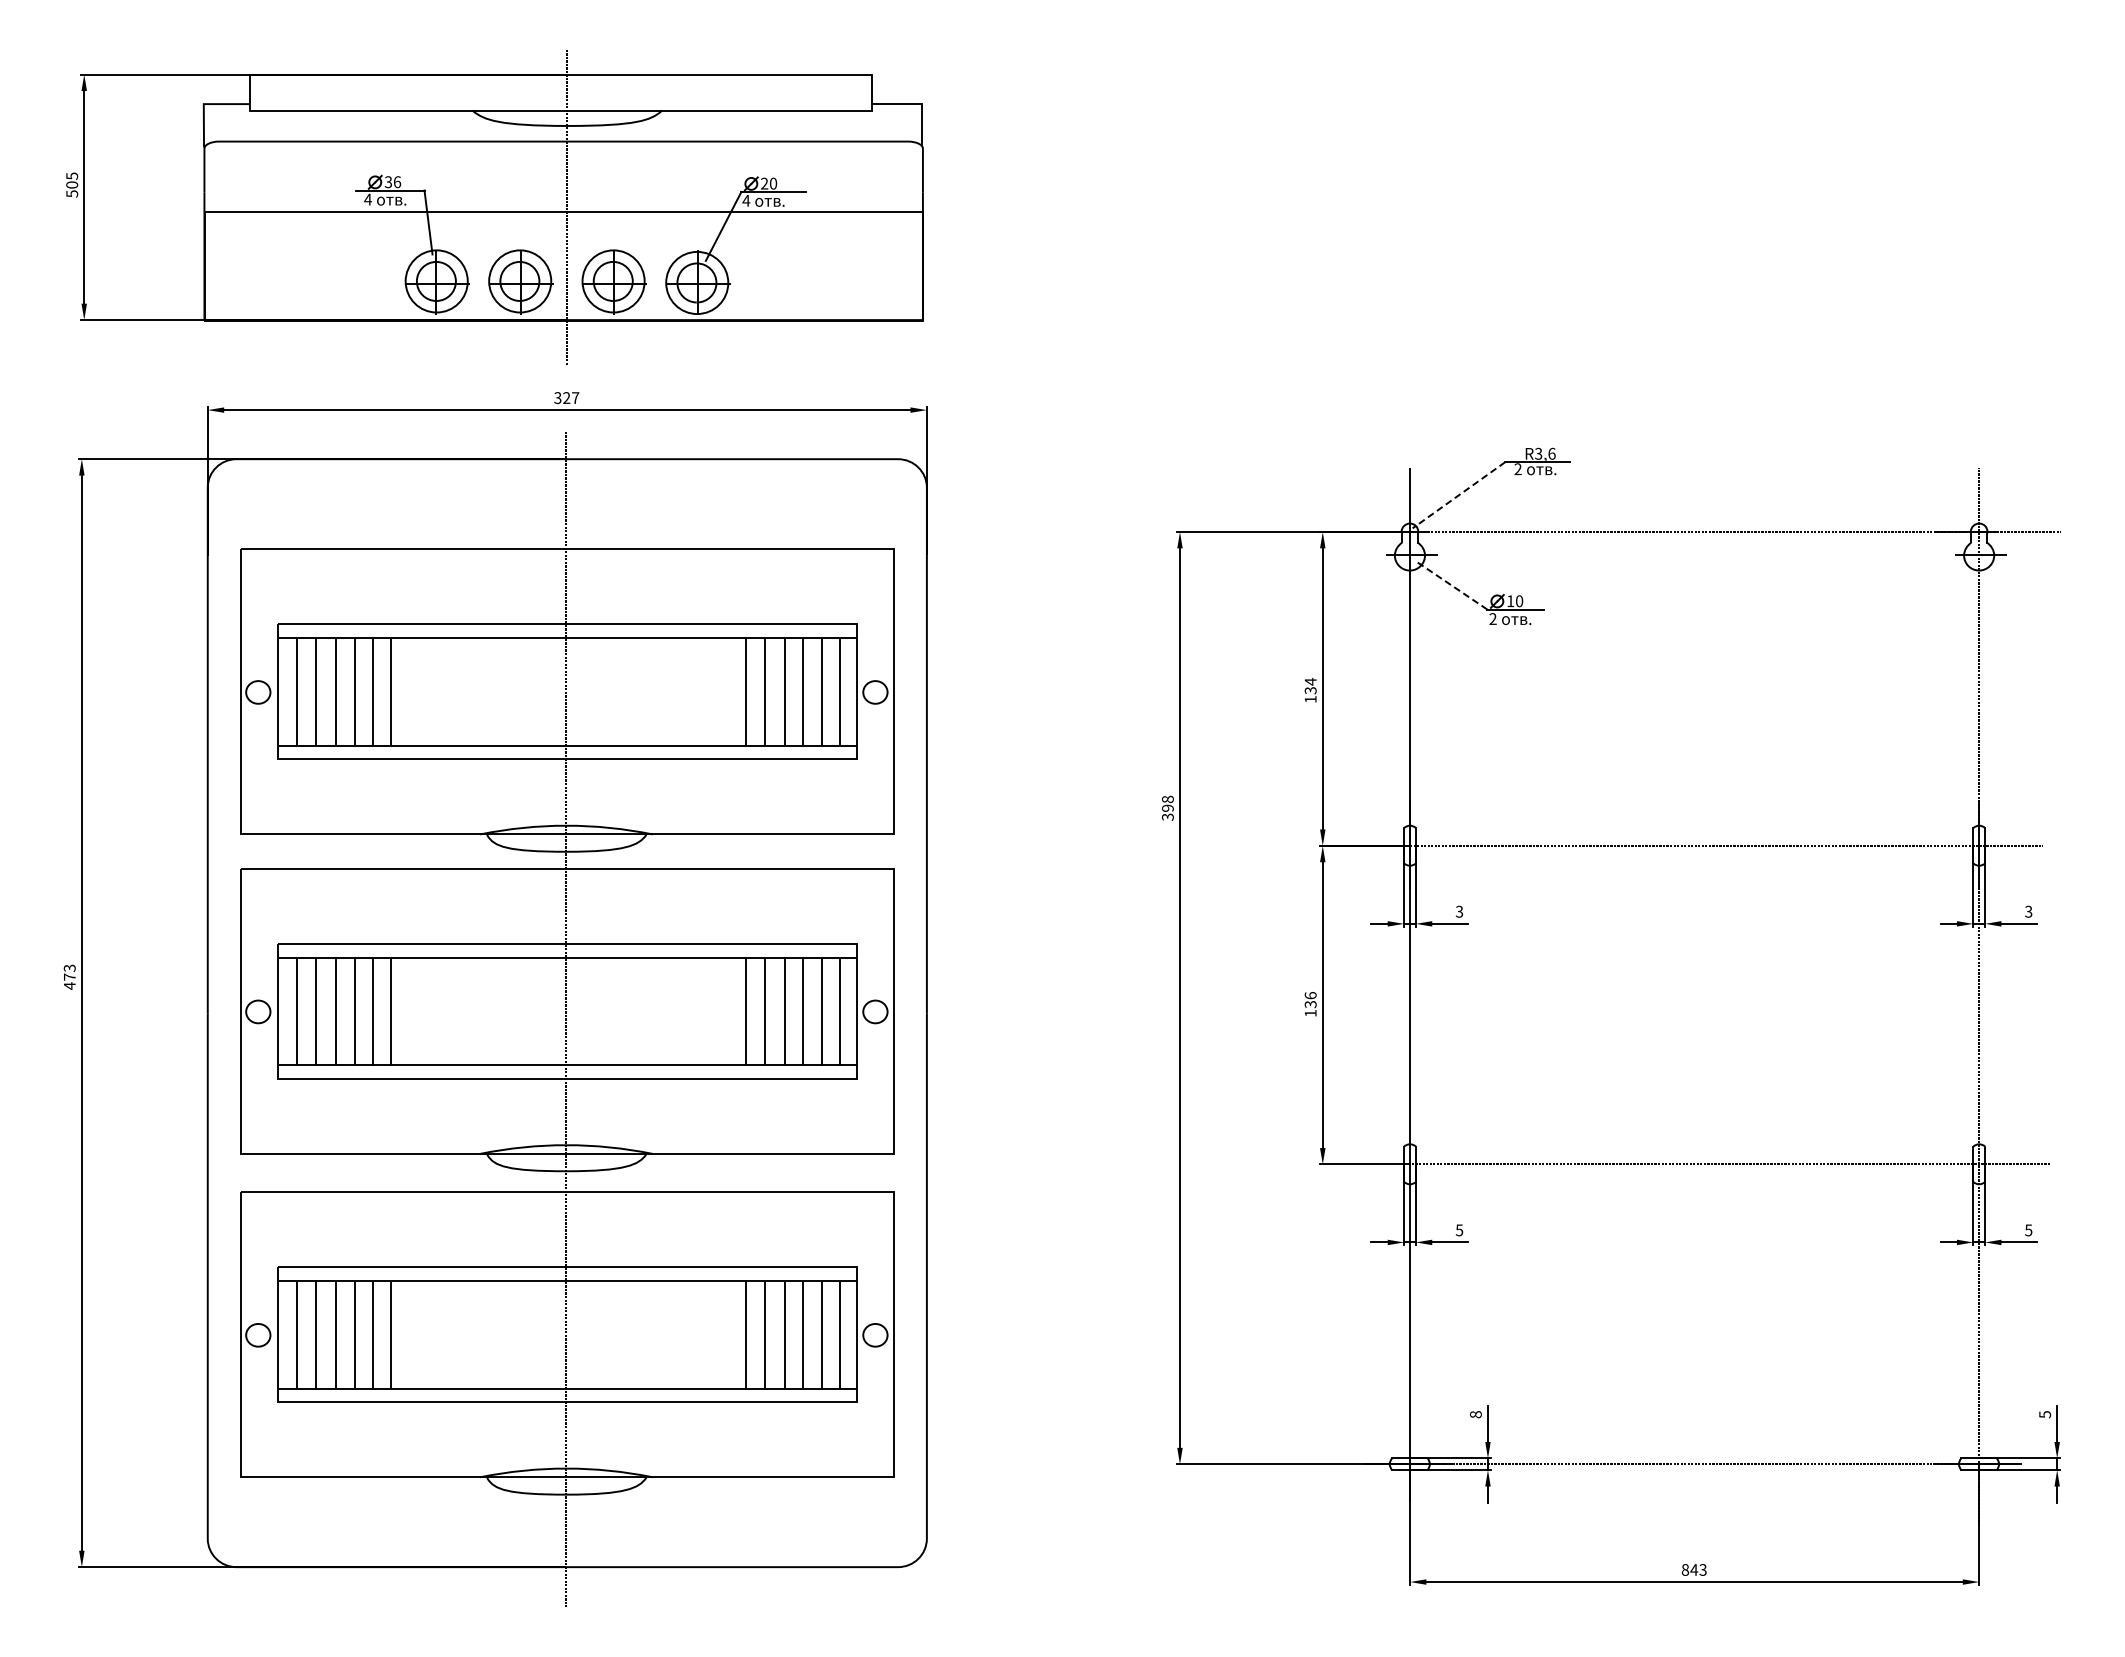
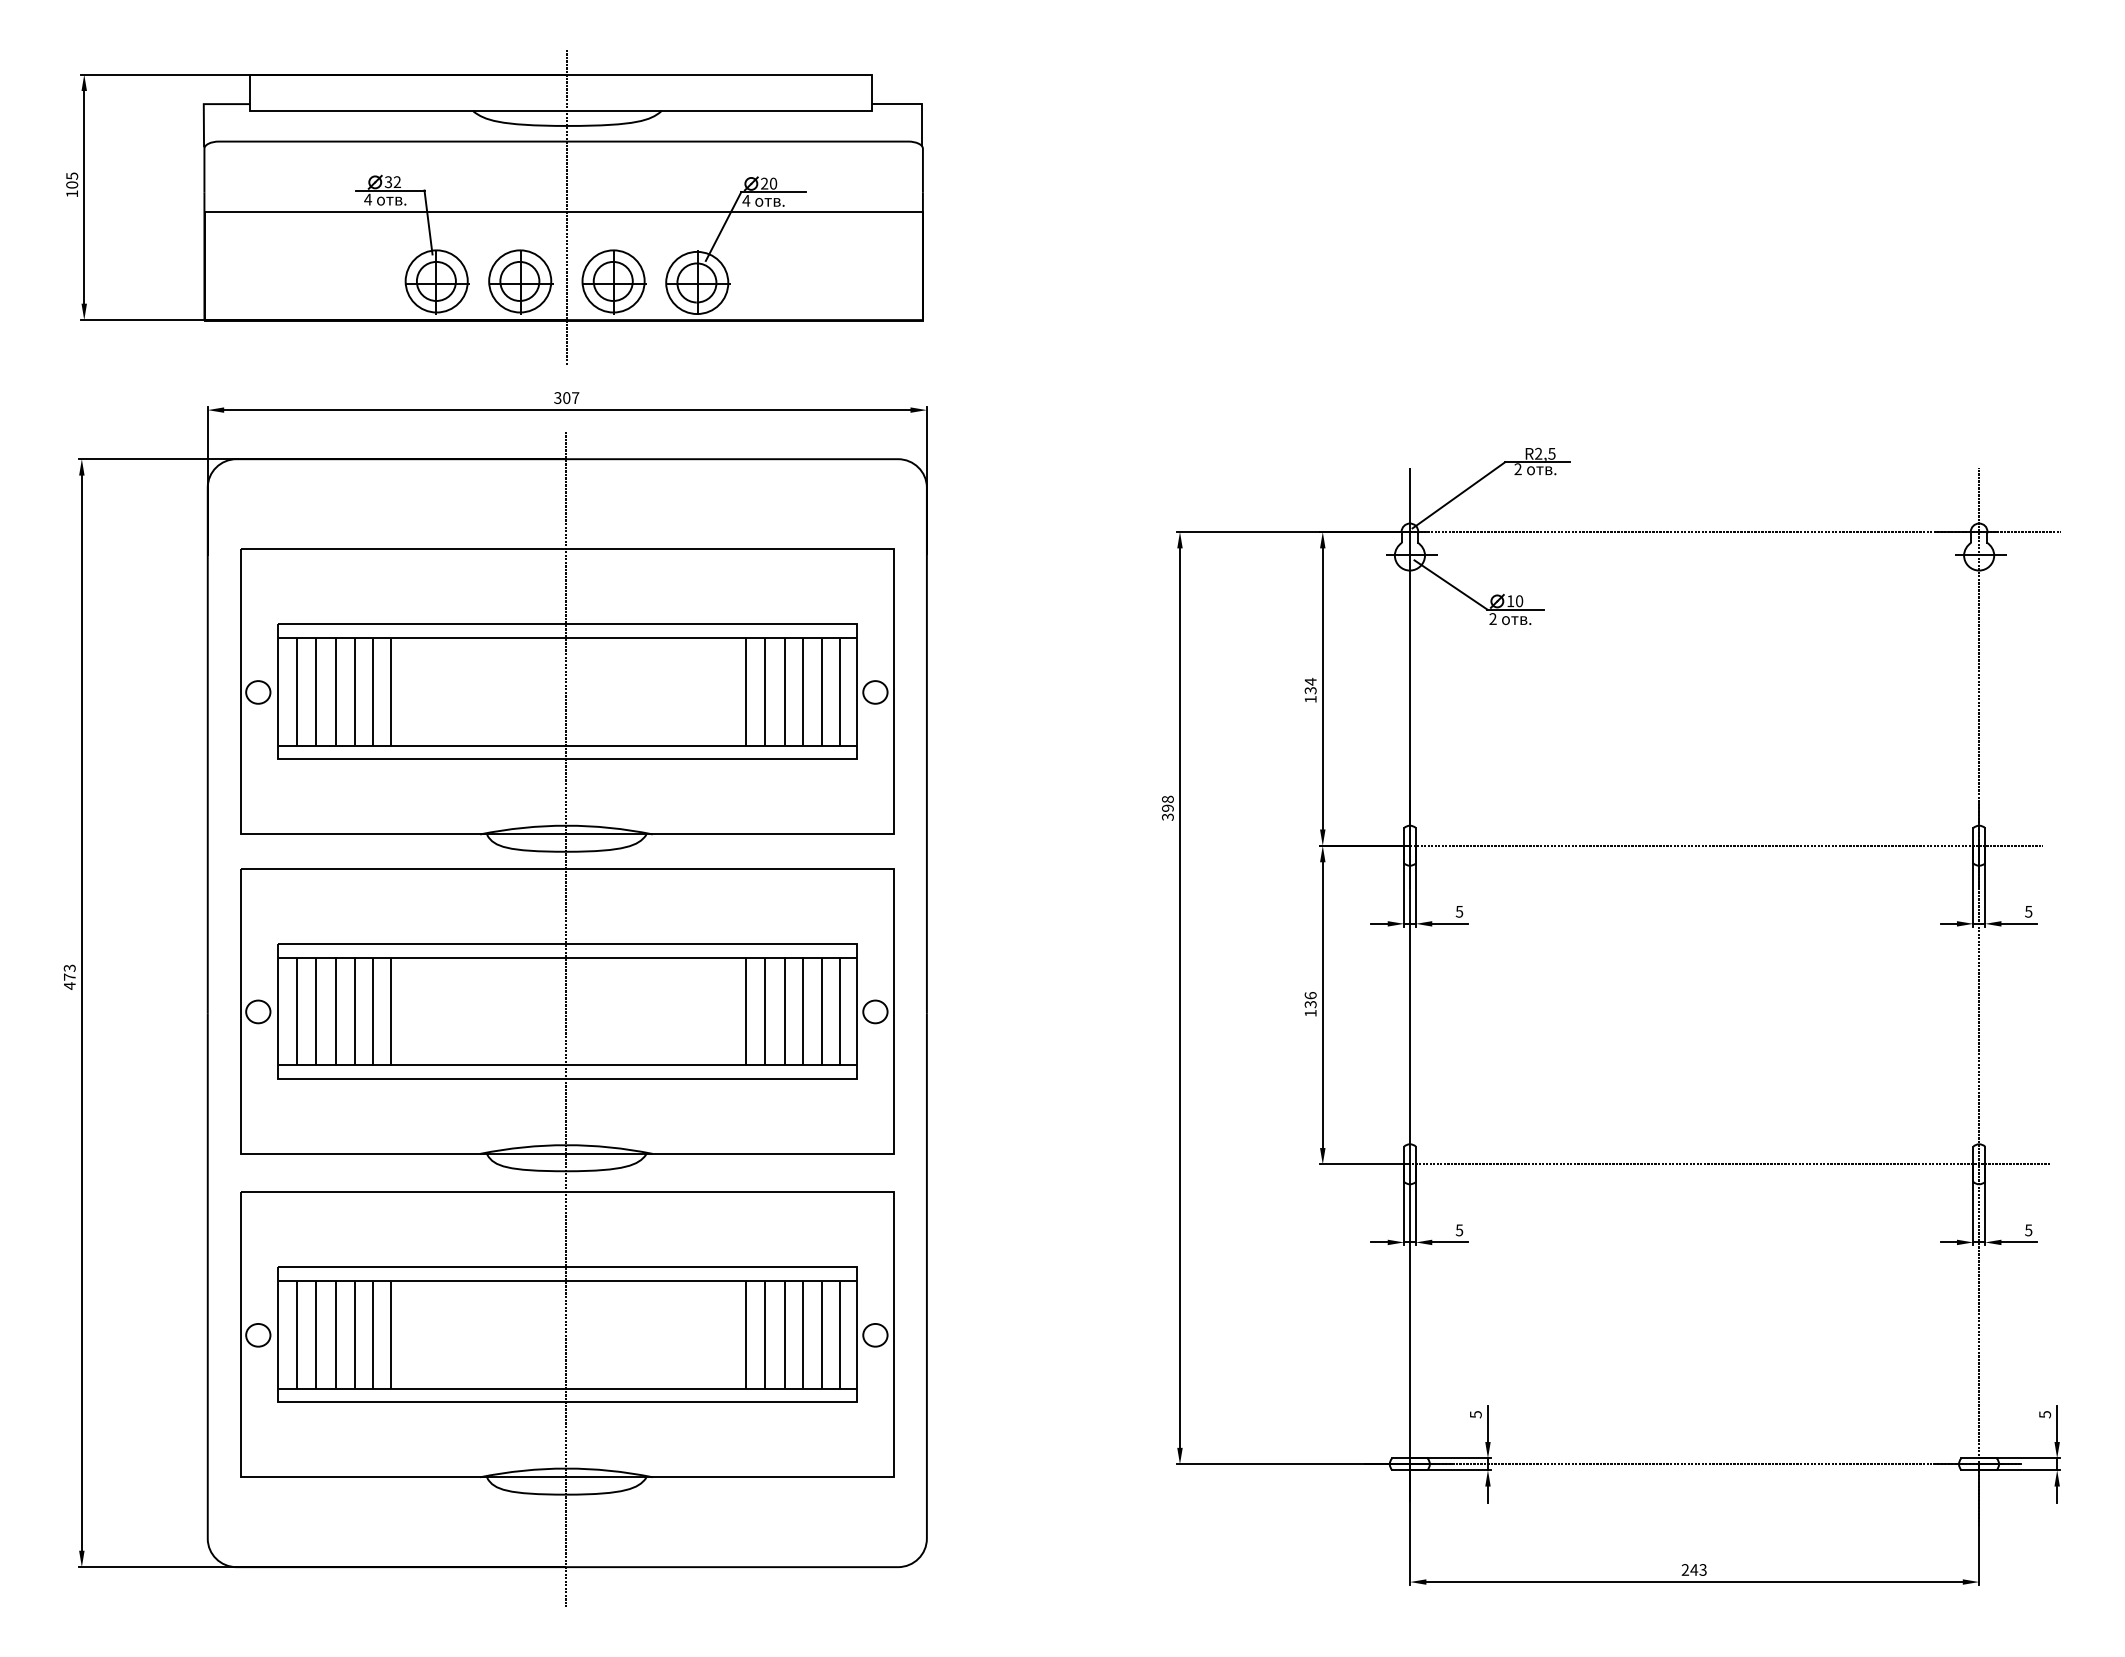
text at (397, 182): 36 -> 32
text at (72, 193): 505 -> 105
text at (566, 397): 327 -> 307
text at (1545, 453): R3,6 -> R2,5
line at (1458, 495): dashed -> solid
line at (1450, 584): dashed -> solid
text at (1459, 911): 3 -> 5
text at (2028, 911): 3 -> 5
text at (1475, 1414): 8 -> 5
text at (1685, 1569): 843 -> 243
